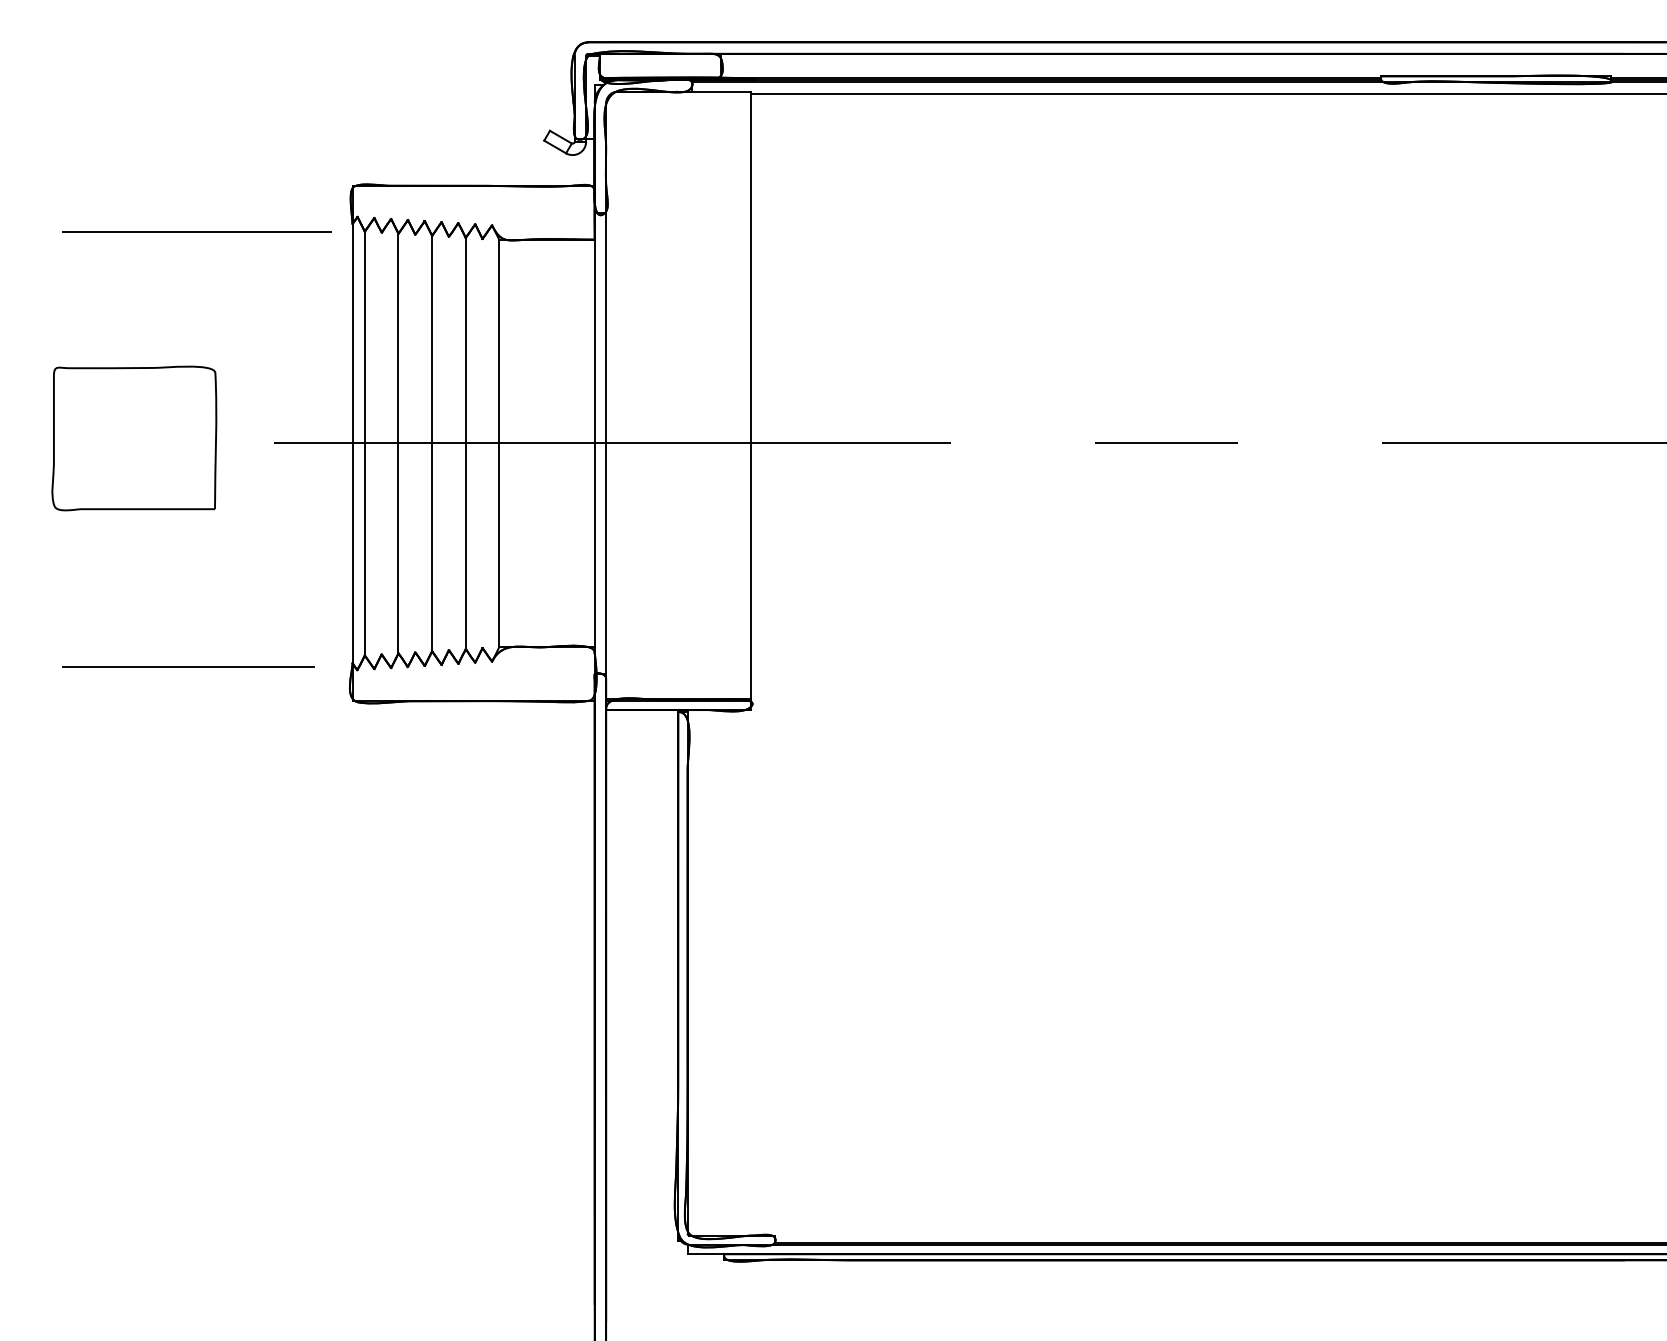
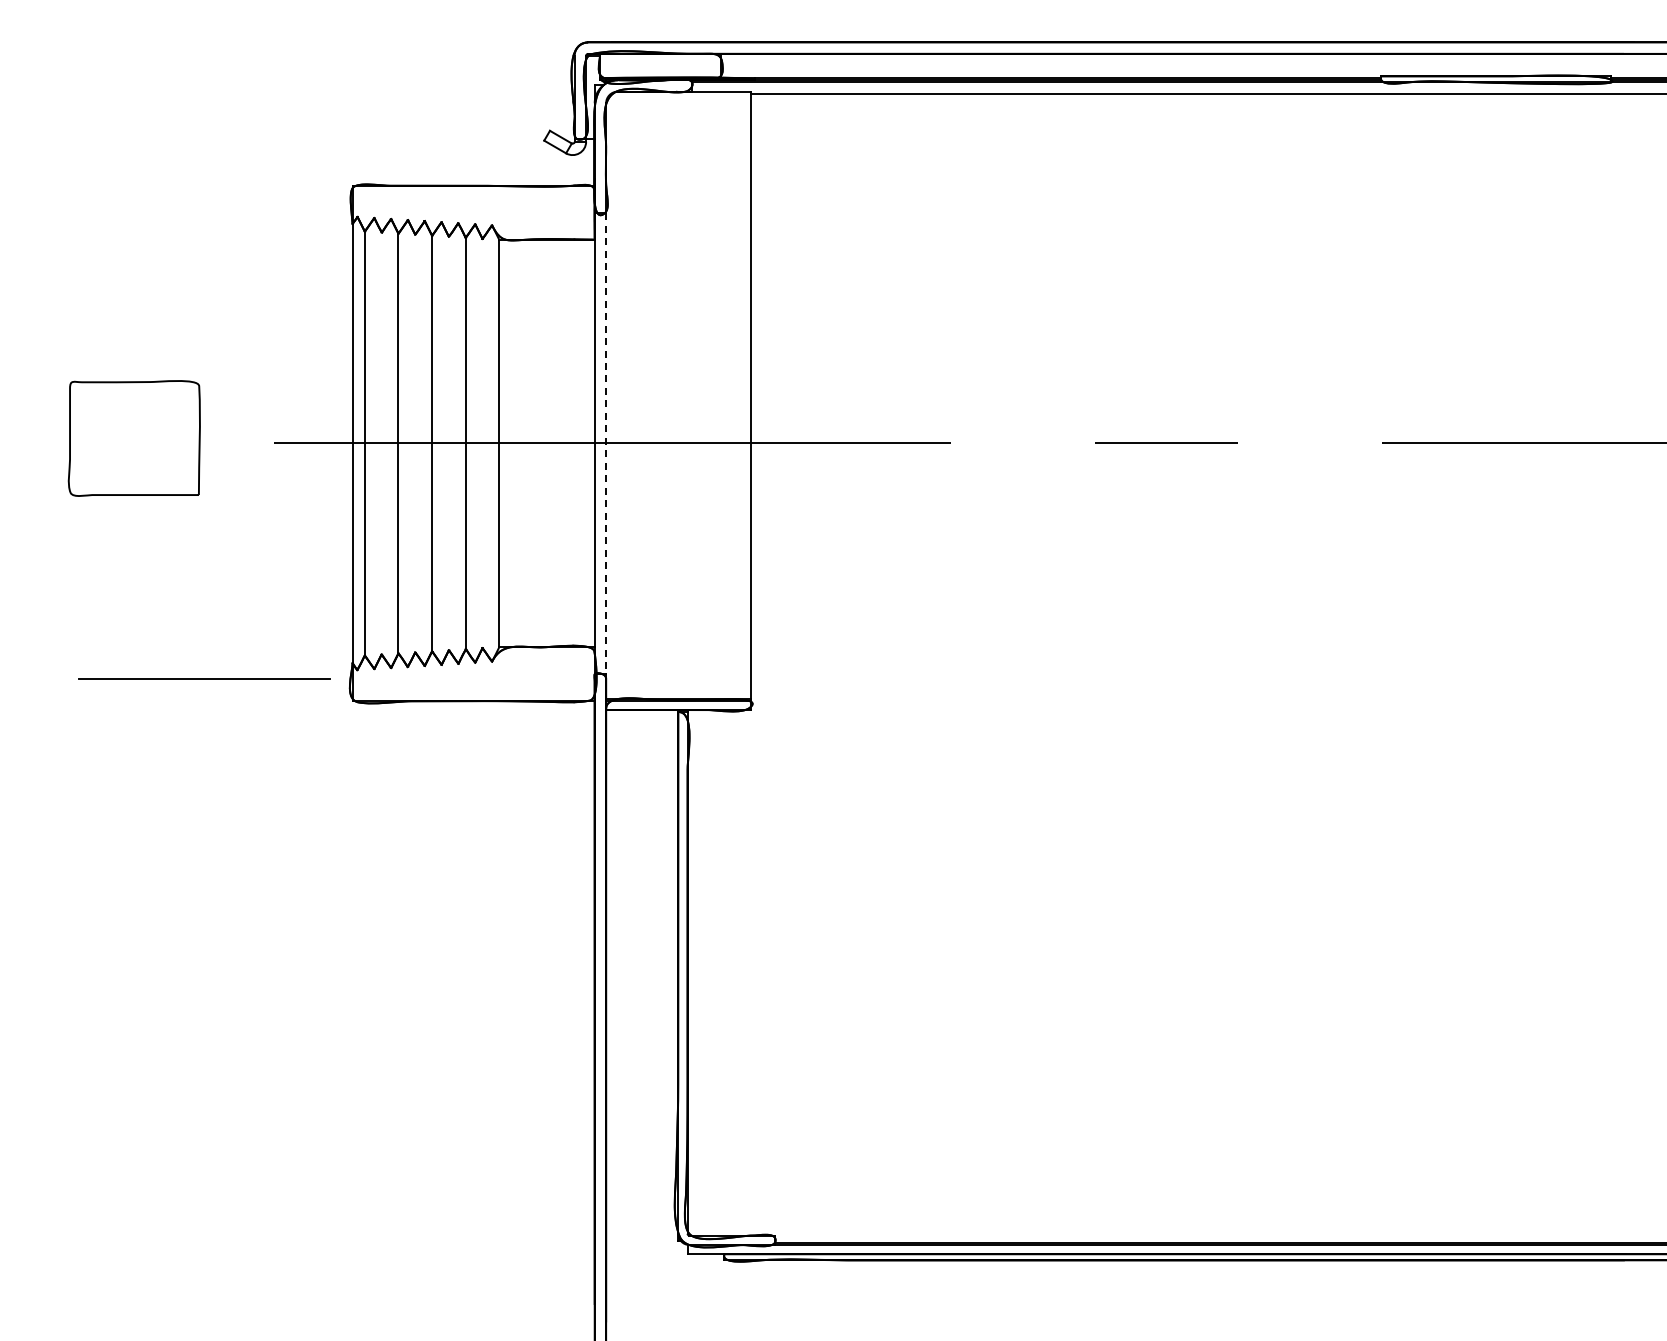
line at (196, 231): present -> none
part at (134, 438) size: 167x147 px -> 134x117 px
line at (606, 444): solid -> dashed
line at (188, 666) position: (188, 666) -> (204, 678)
